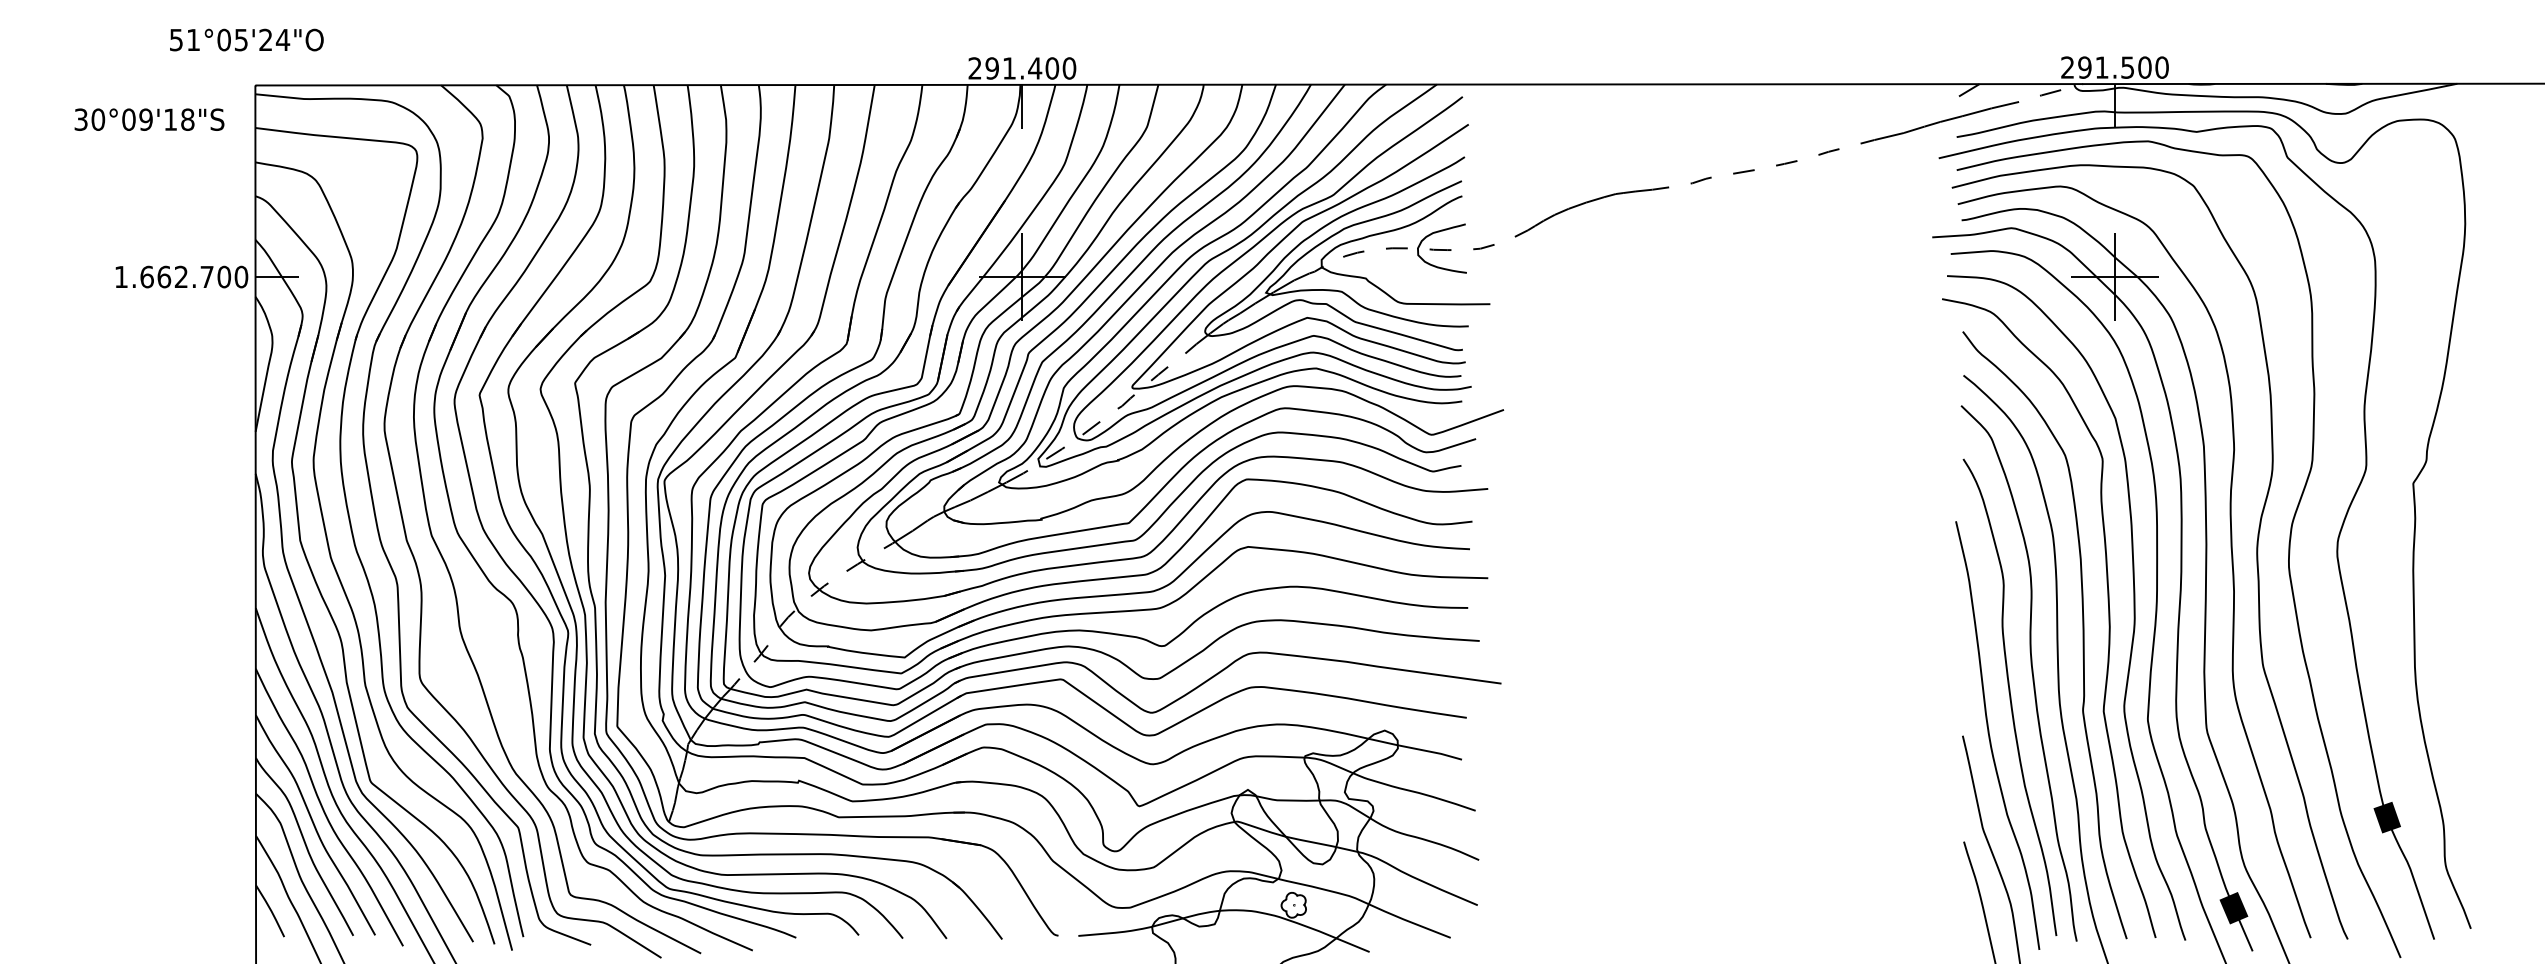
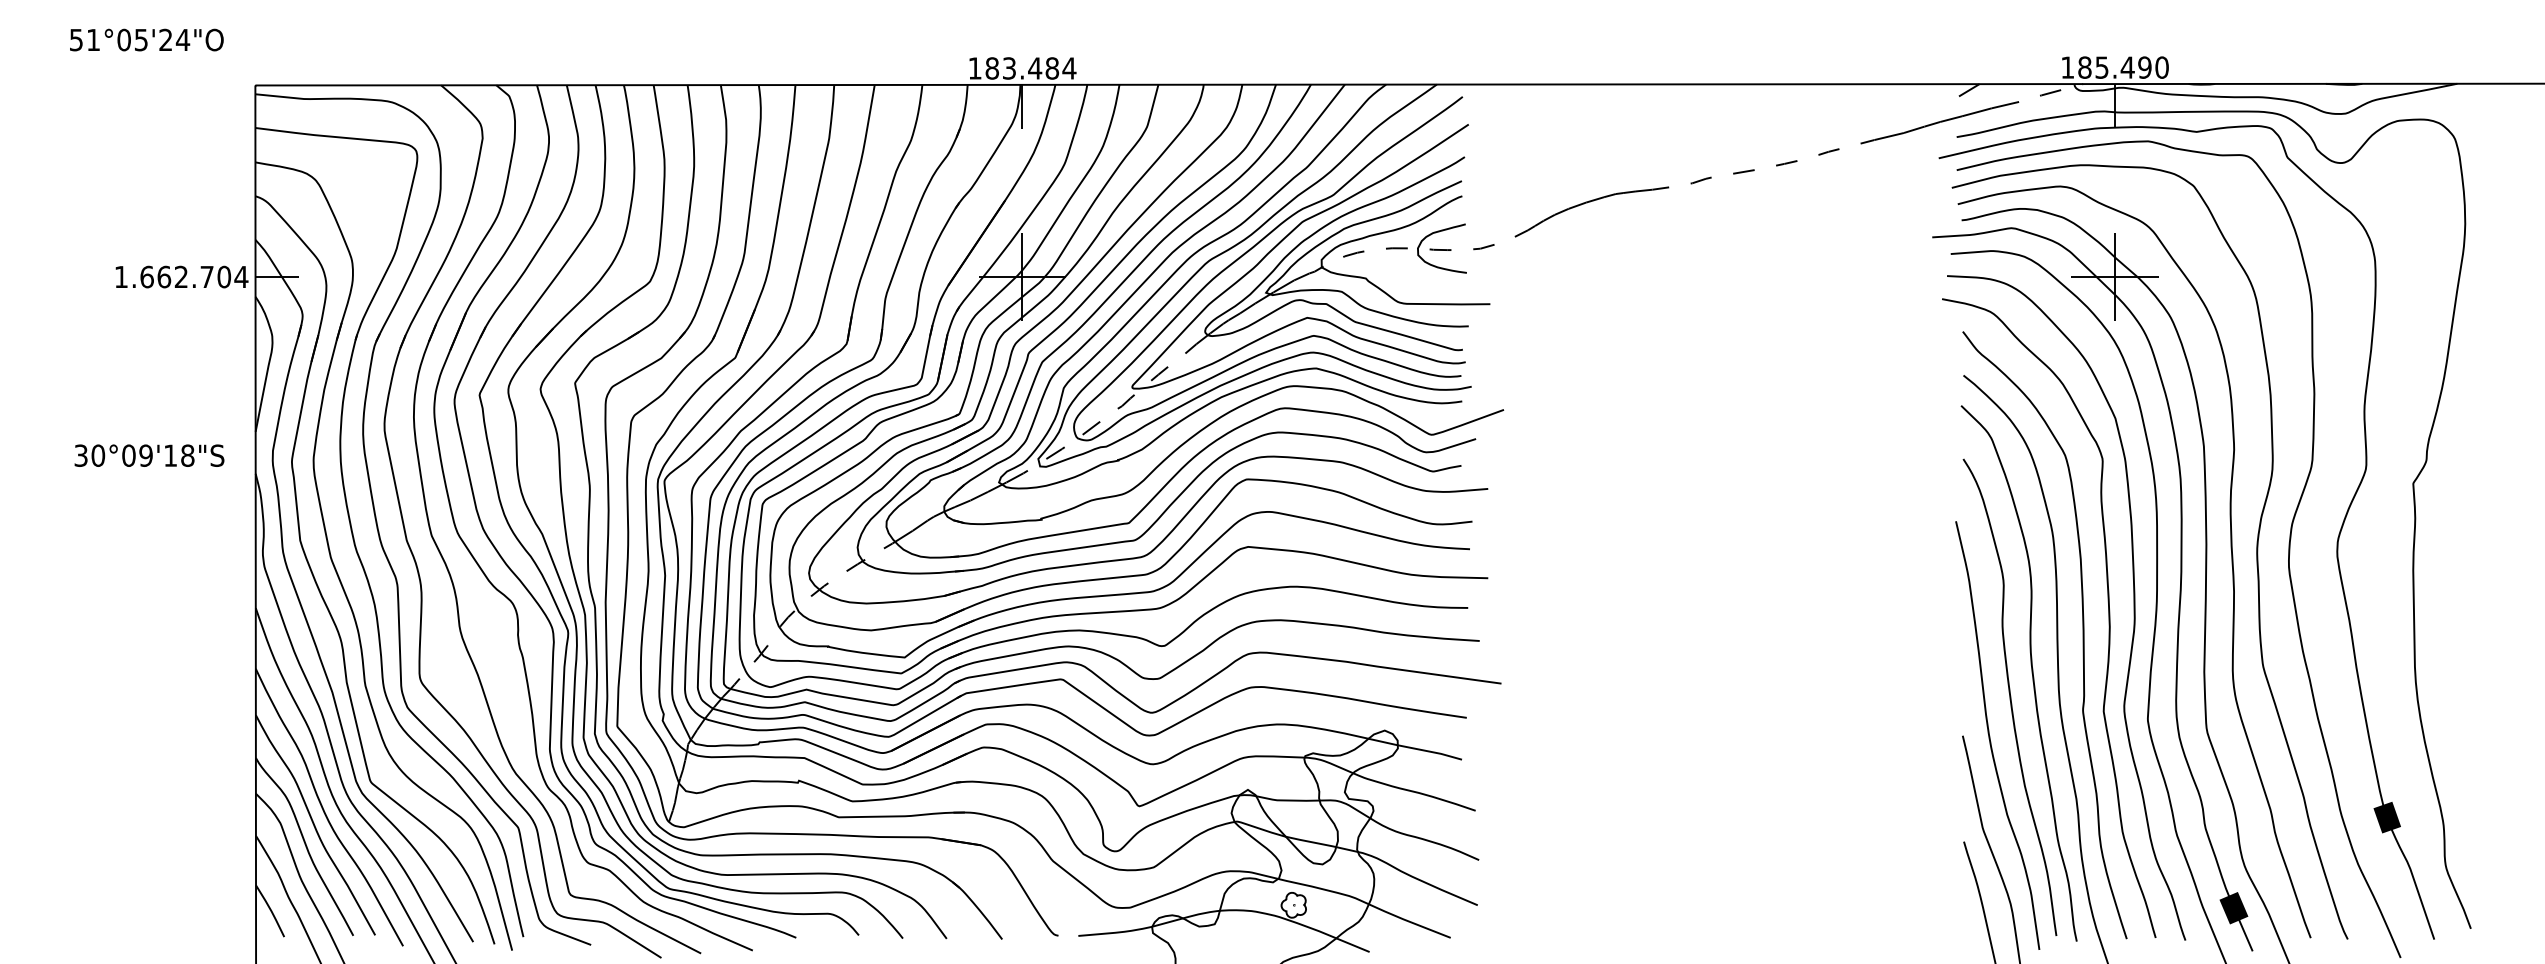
text at (246, 39) position: (246, 39) -> (146, 39)
text at (2106, 67): 291.500 -> 185.490
text at (1022, 68): 291.400 -> 183.484
text at (149, 119) position: (149, 119) -> (149, 455)
text at (241, 276): 1.662.700 -> 1.662.704
